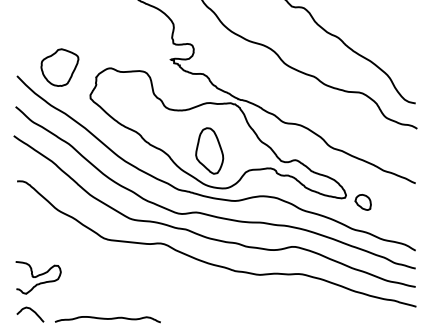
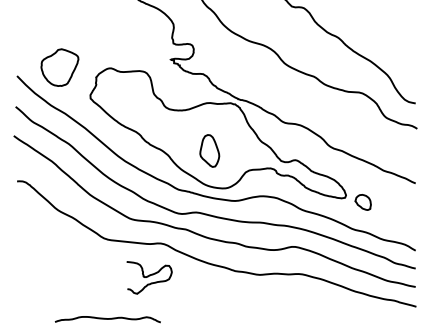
part at (209, 150) size: 30x48 px -> 22x34 px
curve at (38, 276) position: (38, 276) -> (149, 276)
curve at (32, 311): present -> none
